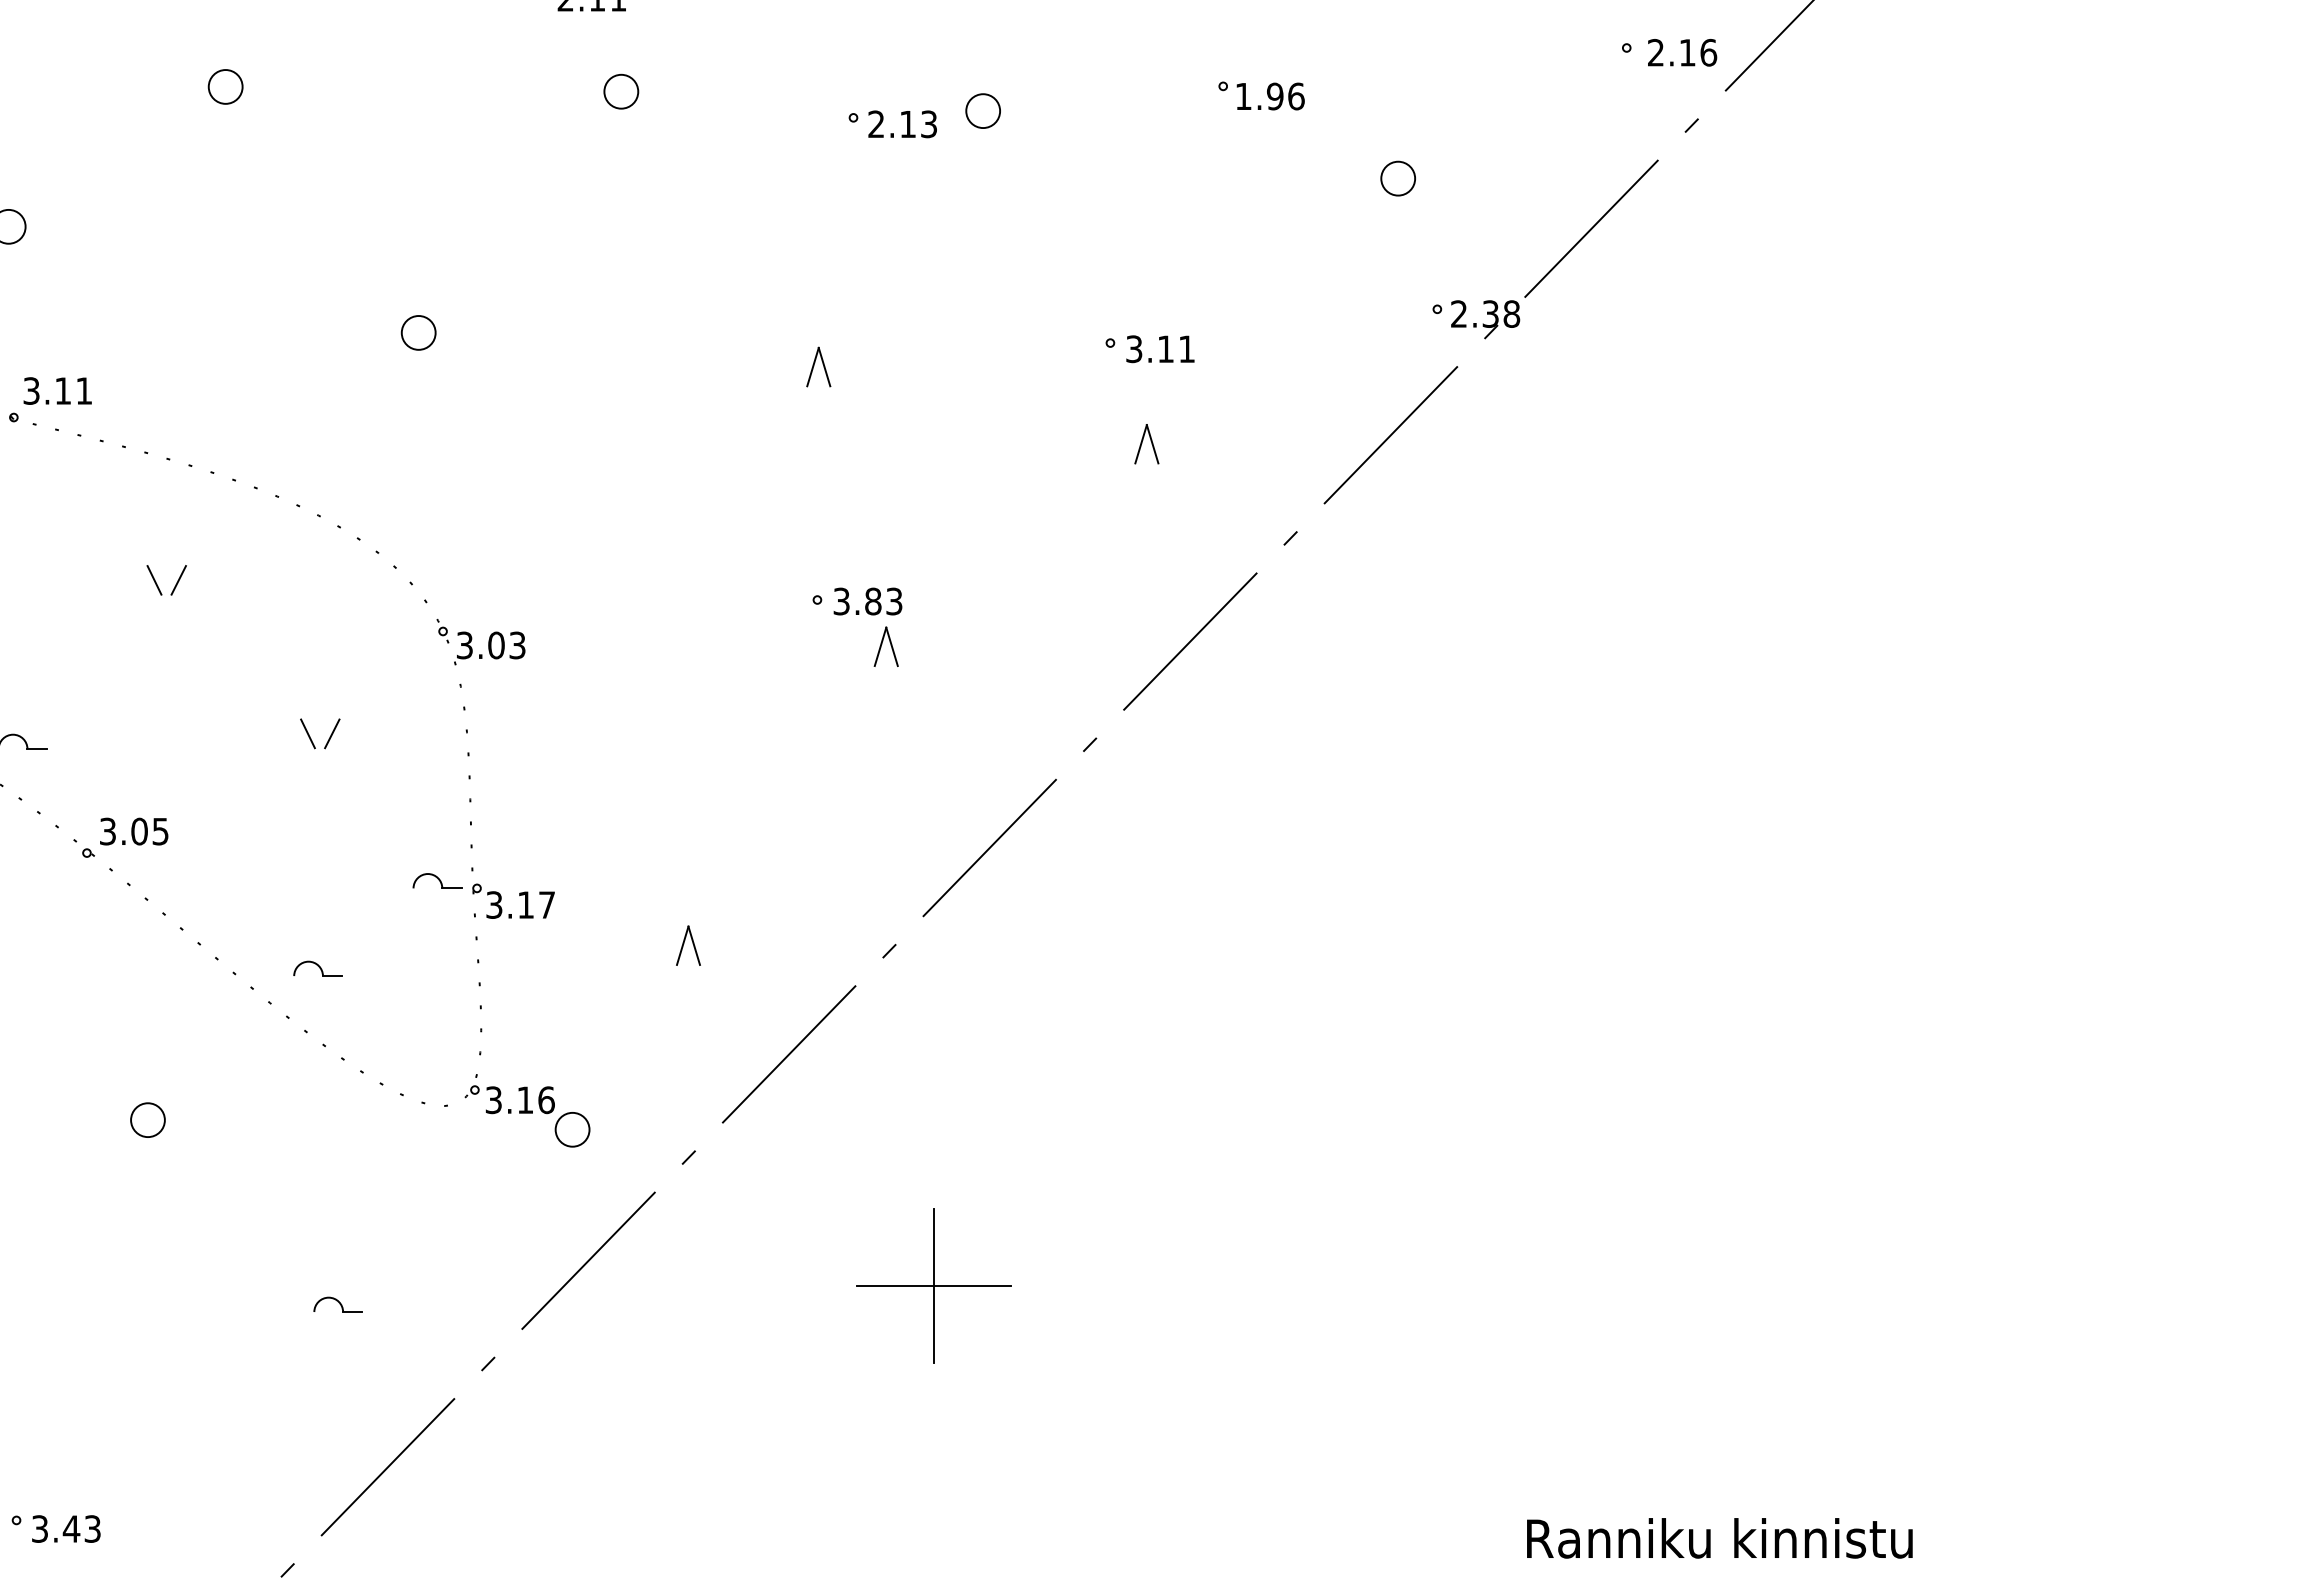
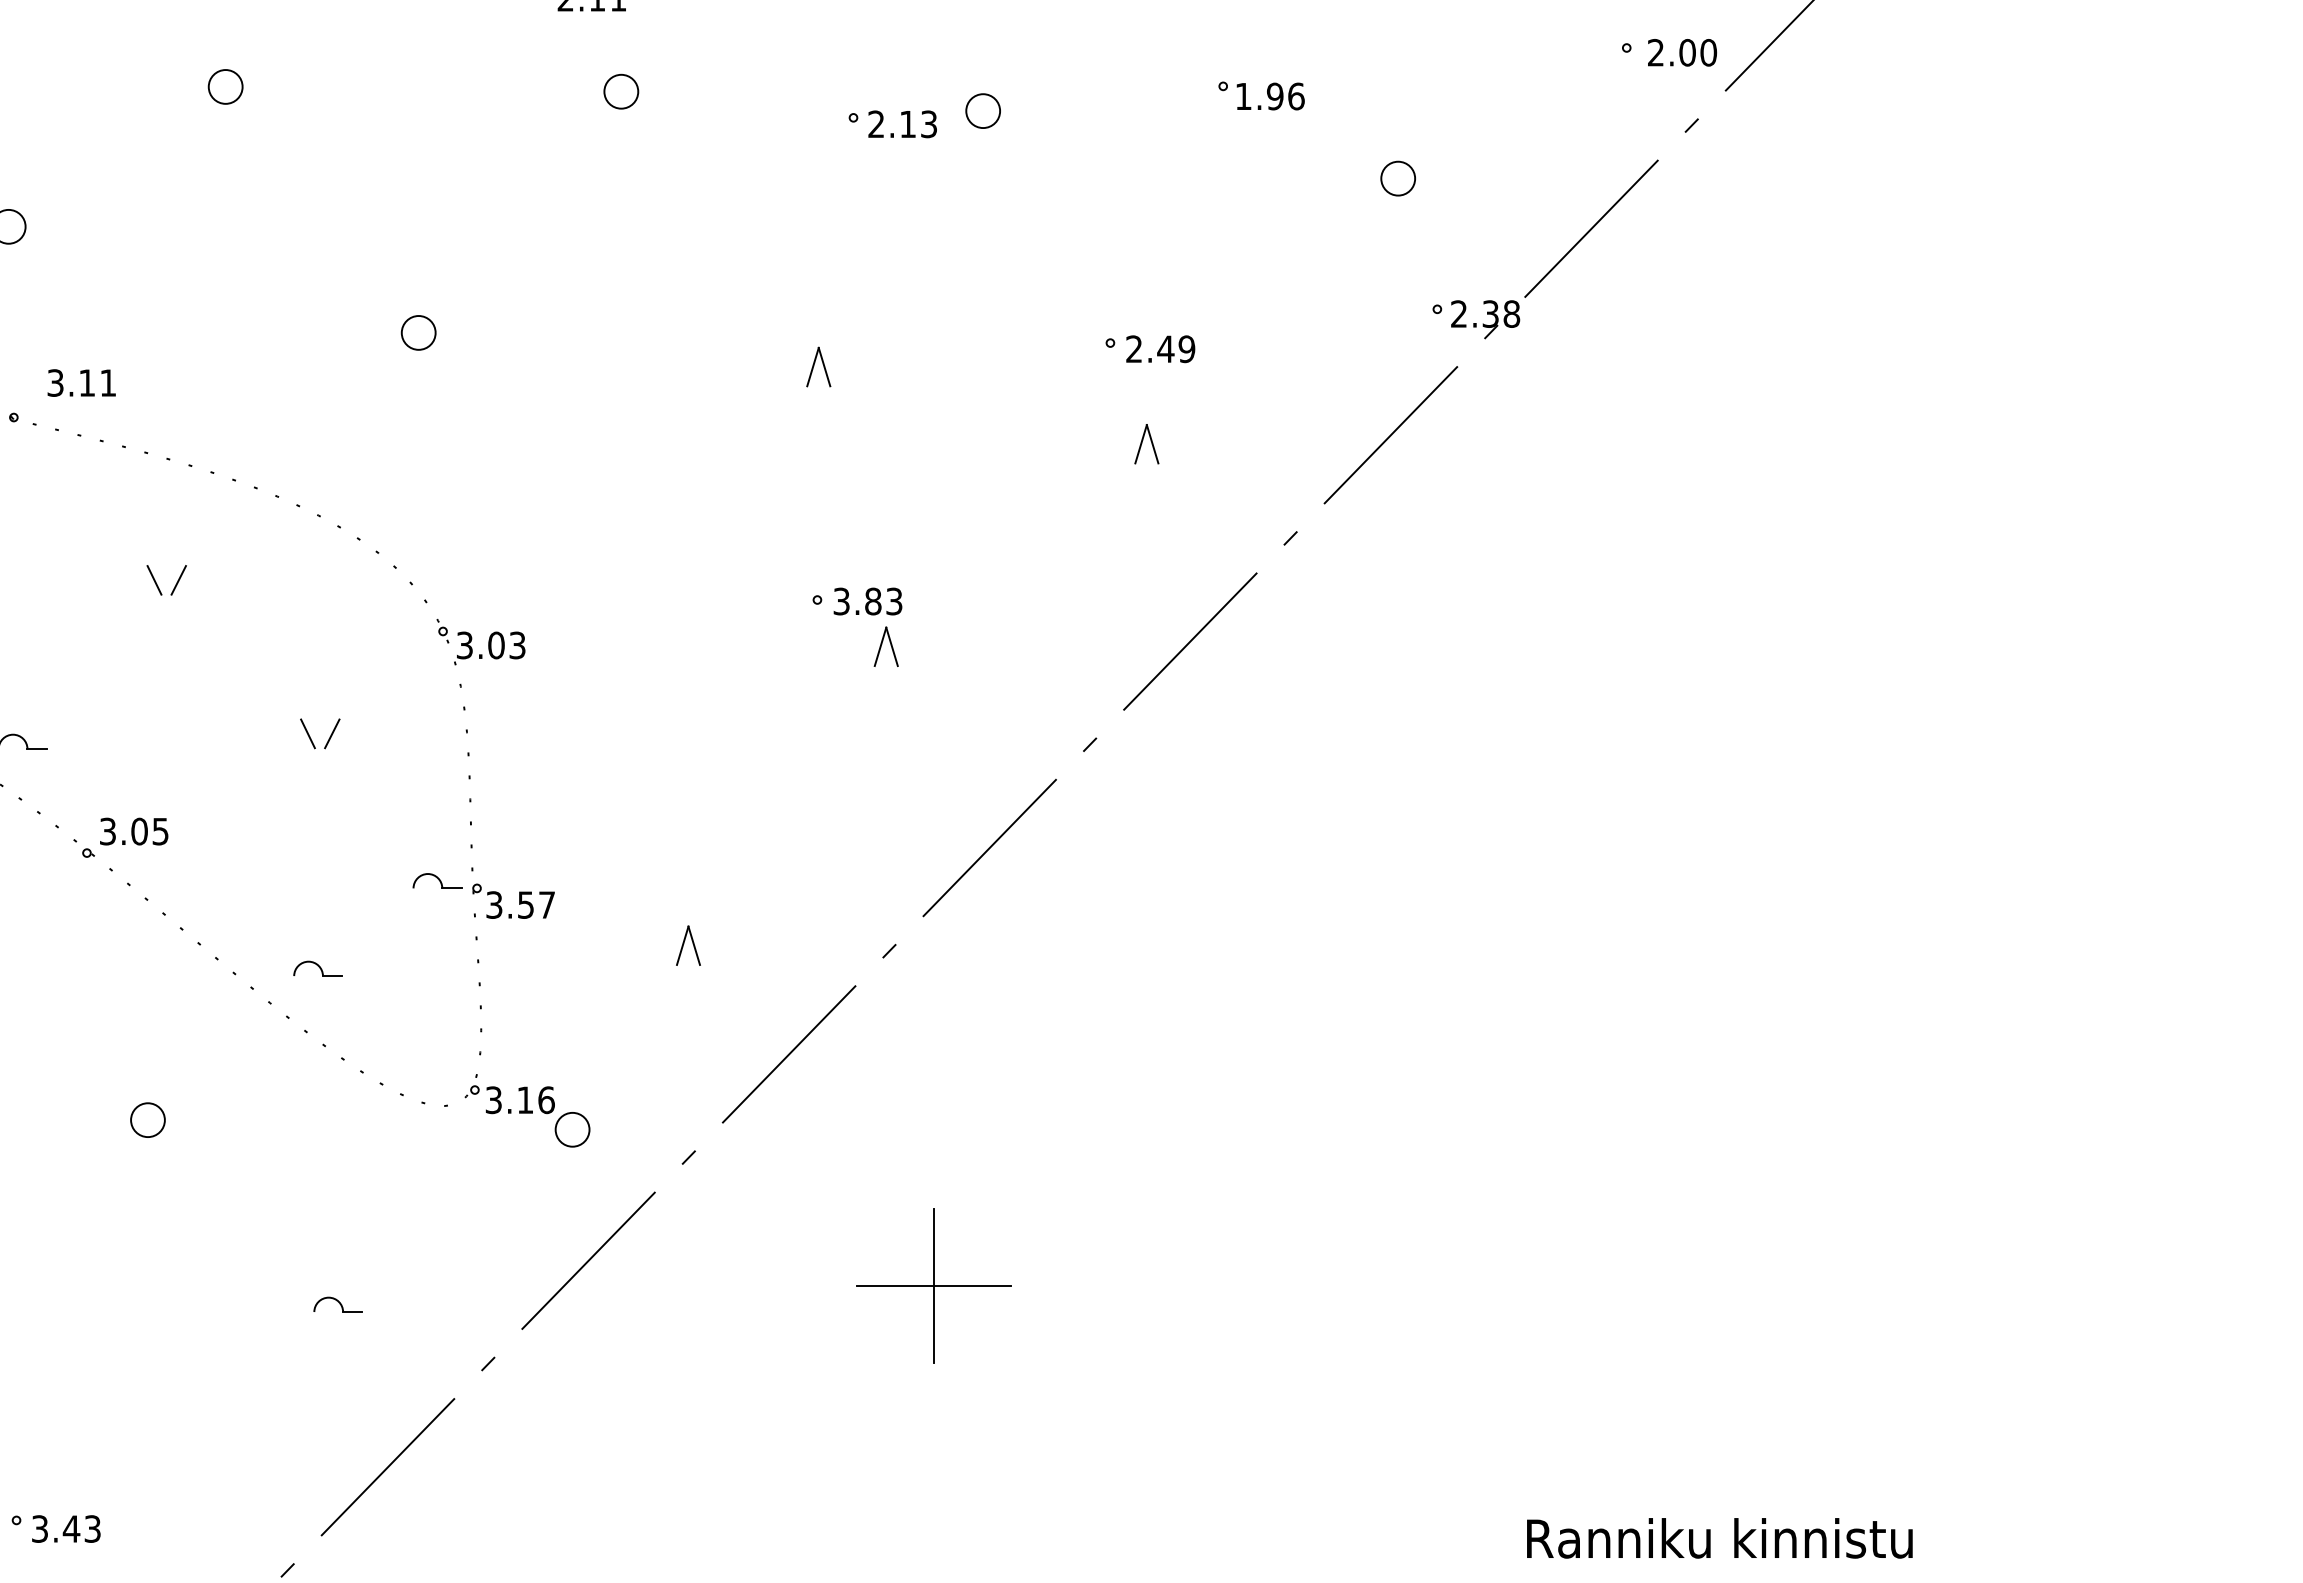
text at (1698, 52): 2.16 -> 2.00
text at (1160, 349): 3.11 -> 2.49
text at (57, 390) position: (57, 390) -> (81, 382)
text at (525, 904): 3.17 -> 3.57
